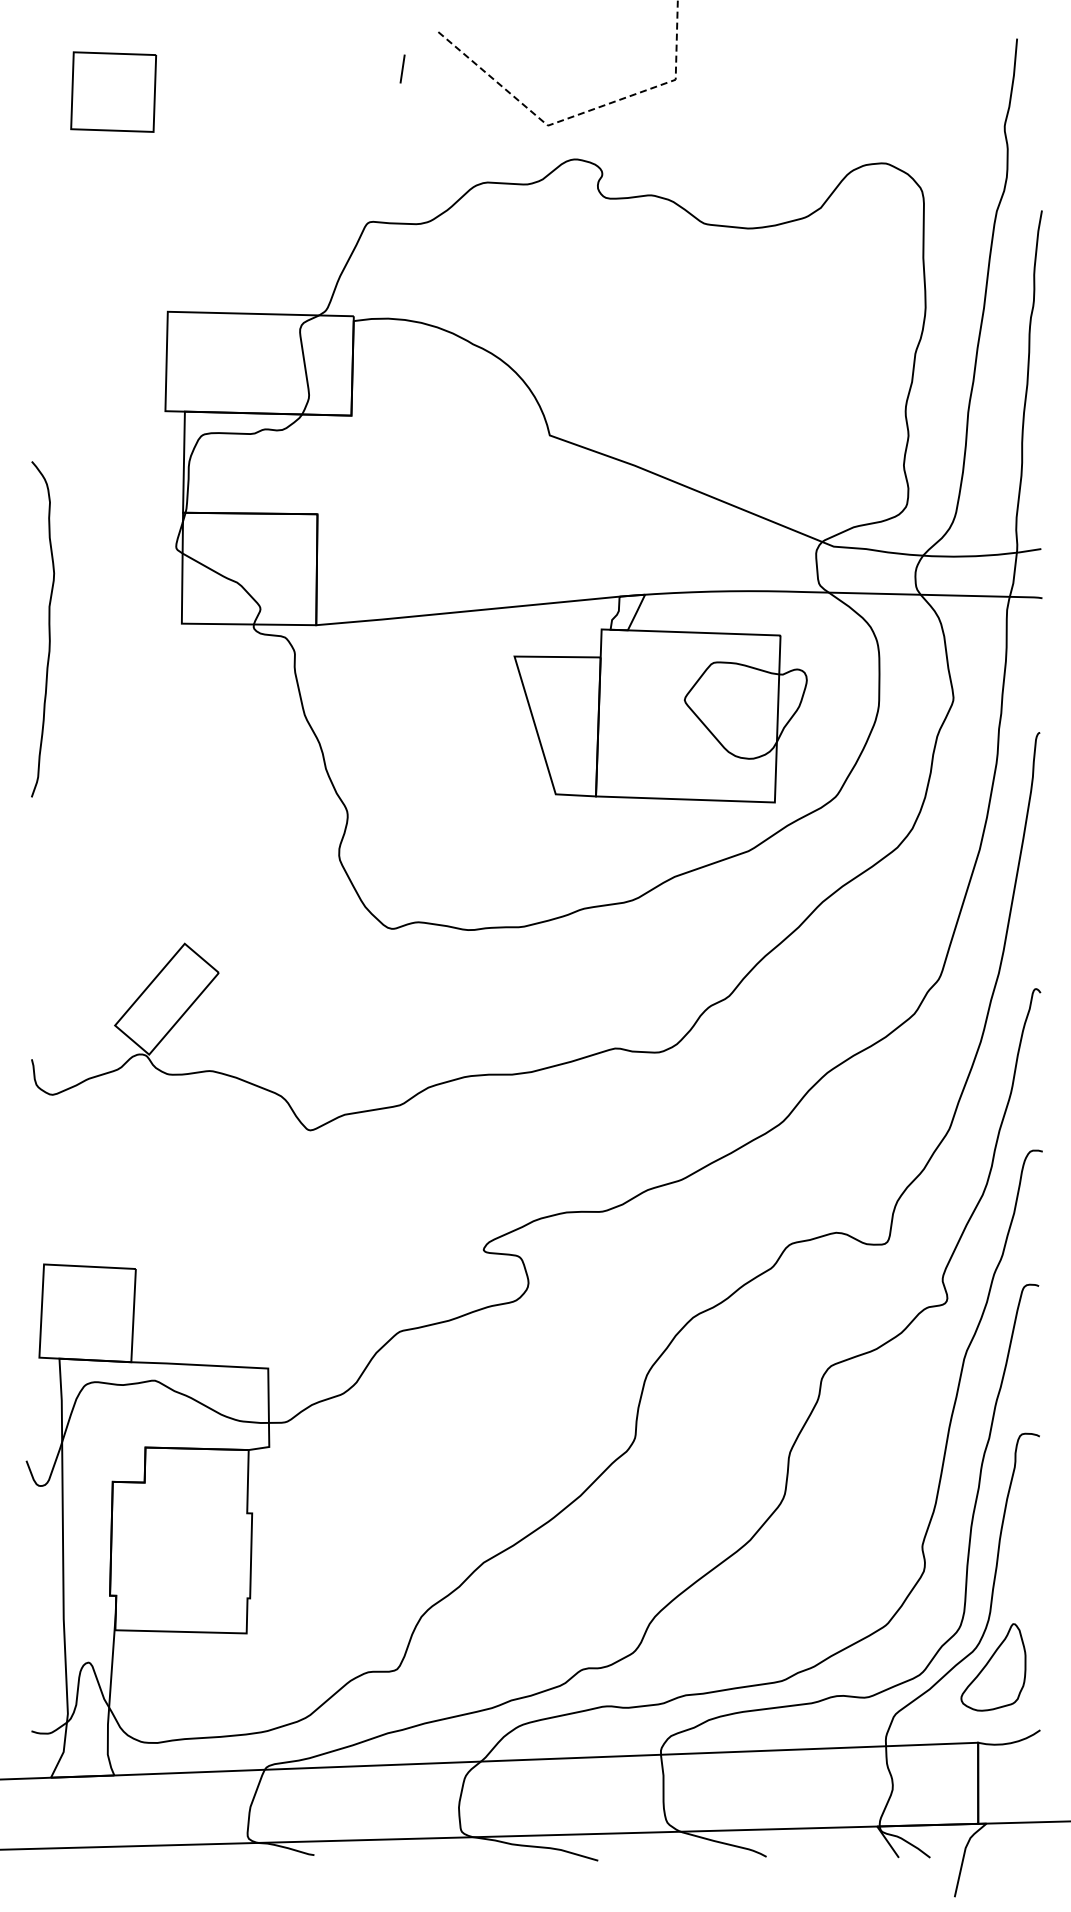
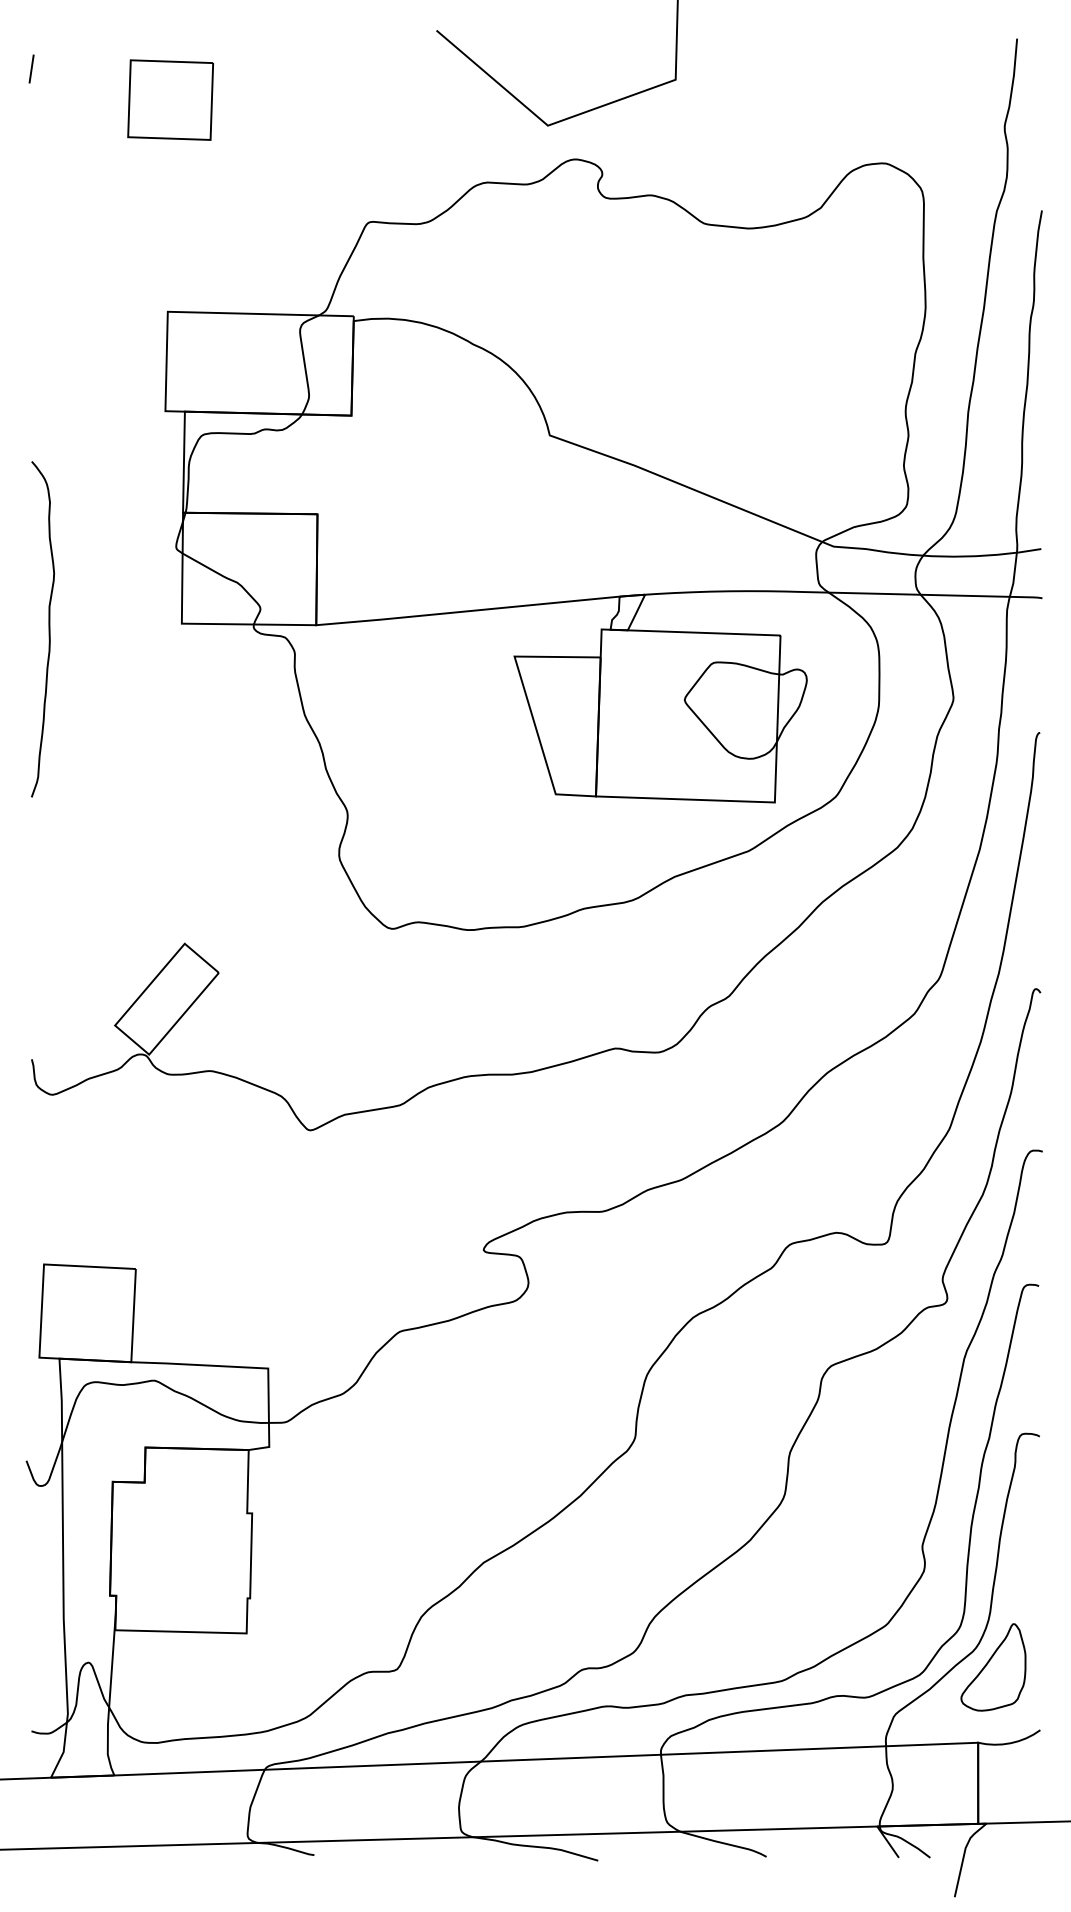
line at (402, 68) position: (402, 68) -> (31, 68)
part at (113, 91) position: (113, 91) -> (170, 99)
line at (579, 114): dashed -> solid
